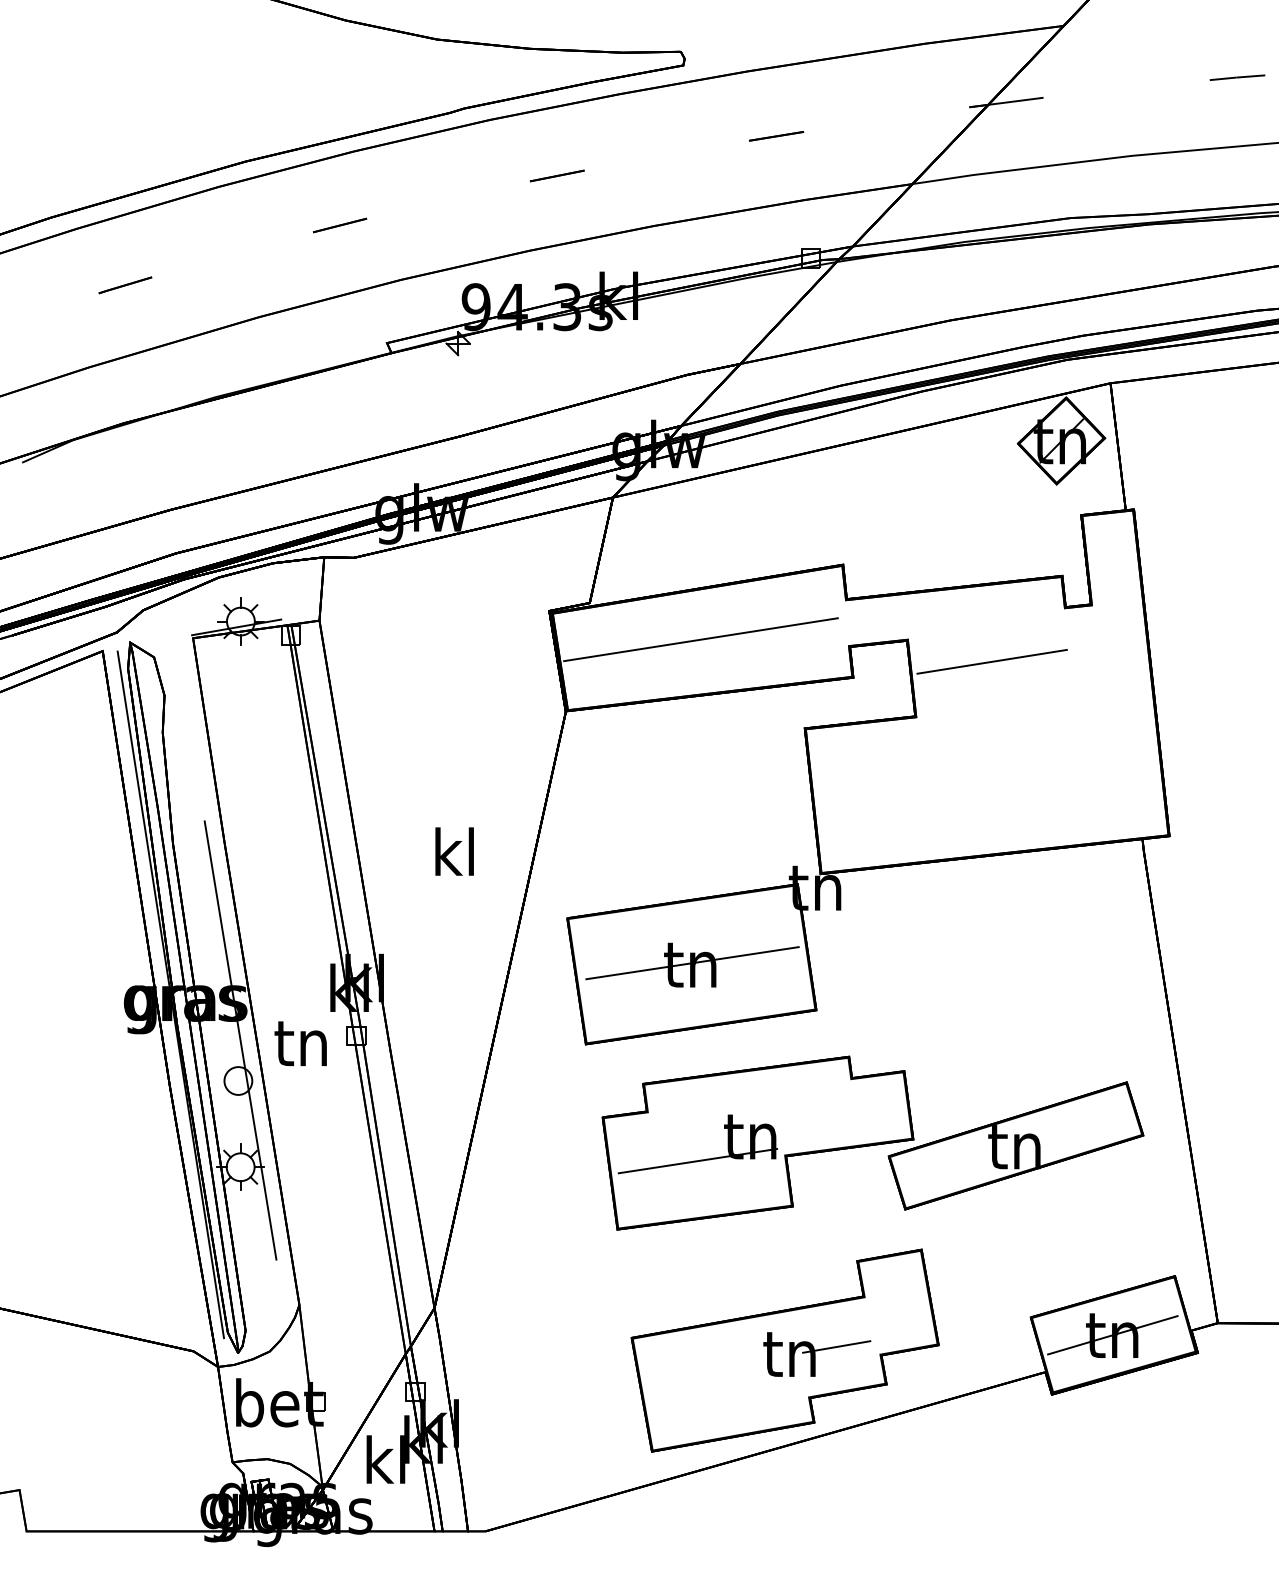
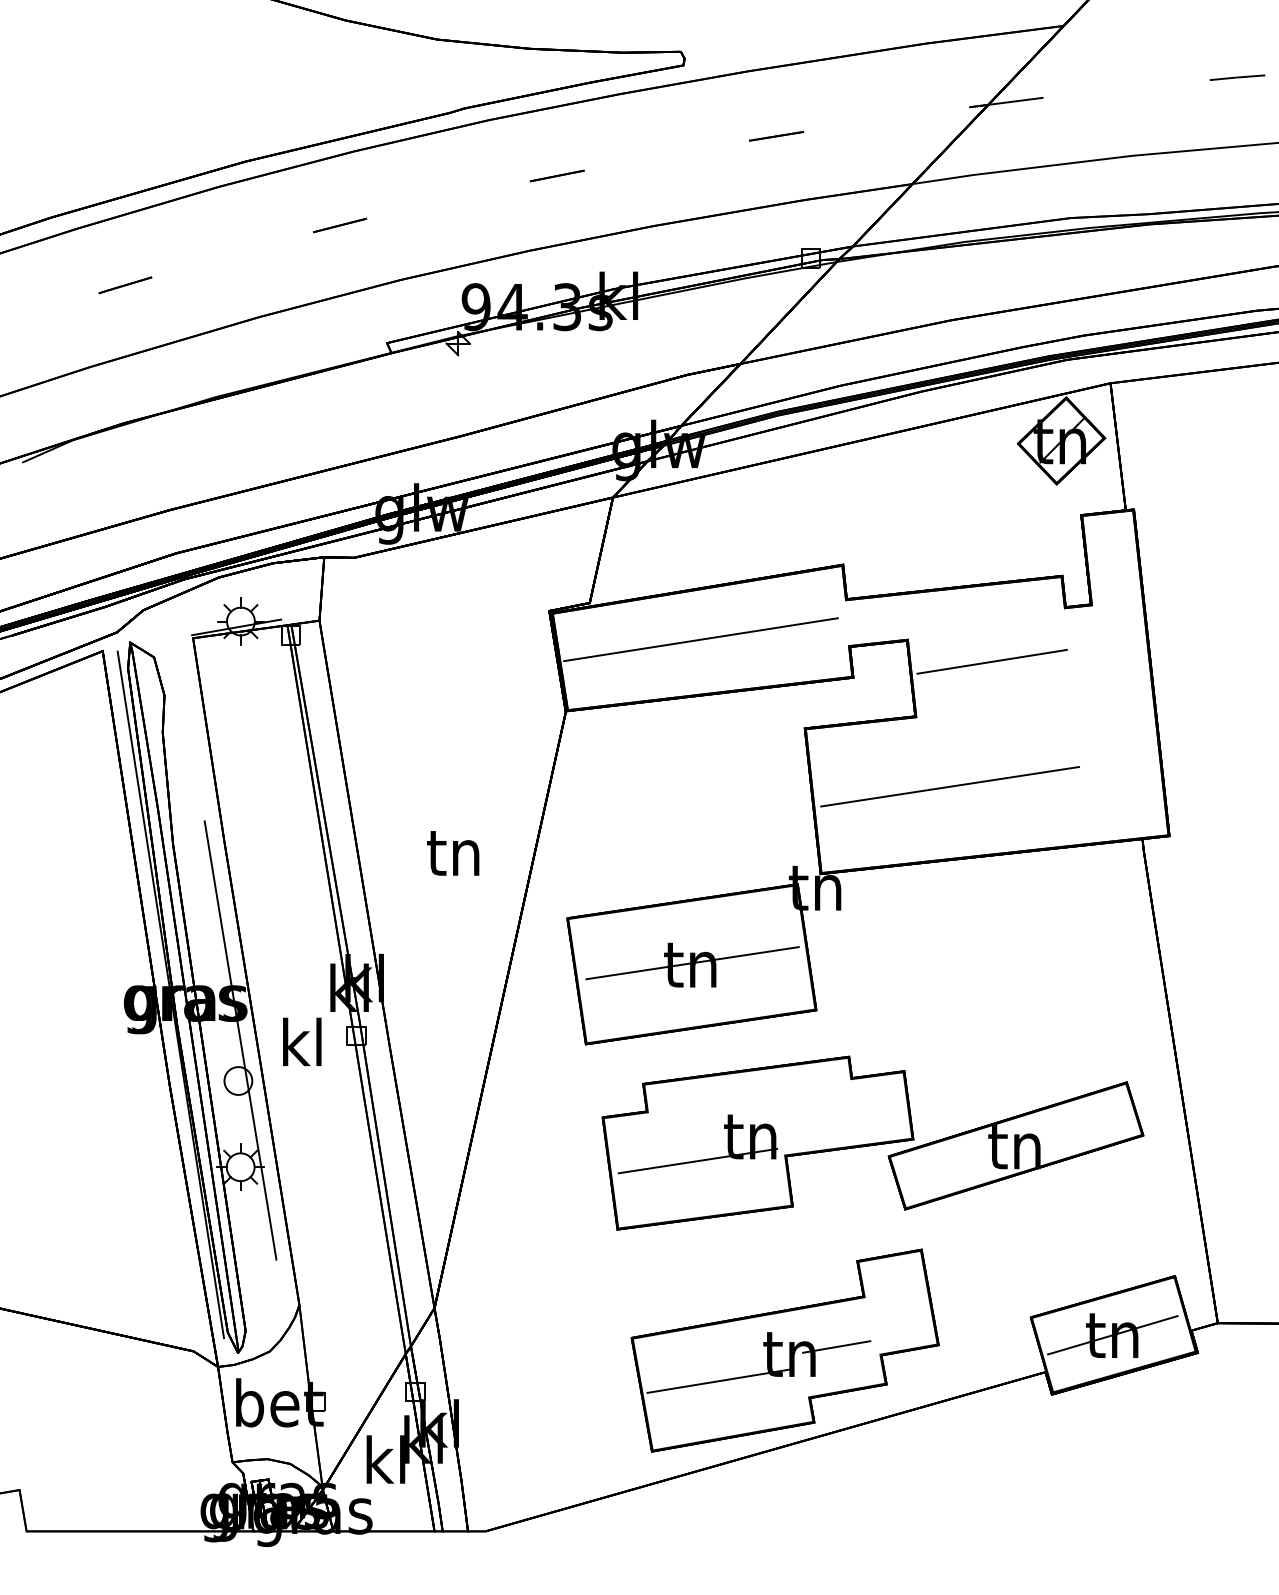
line at (950, 786): none -> present
text at (453, 851): kl -> tn
text at (300, 1041): tn -> kl
line at (719, 1380): none -> present
